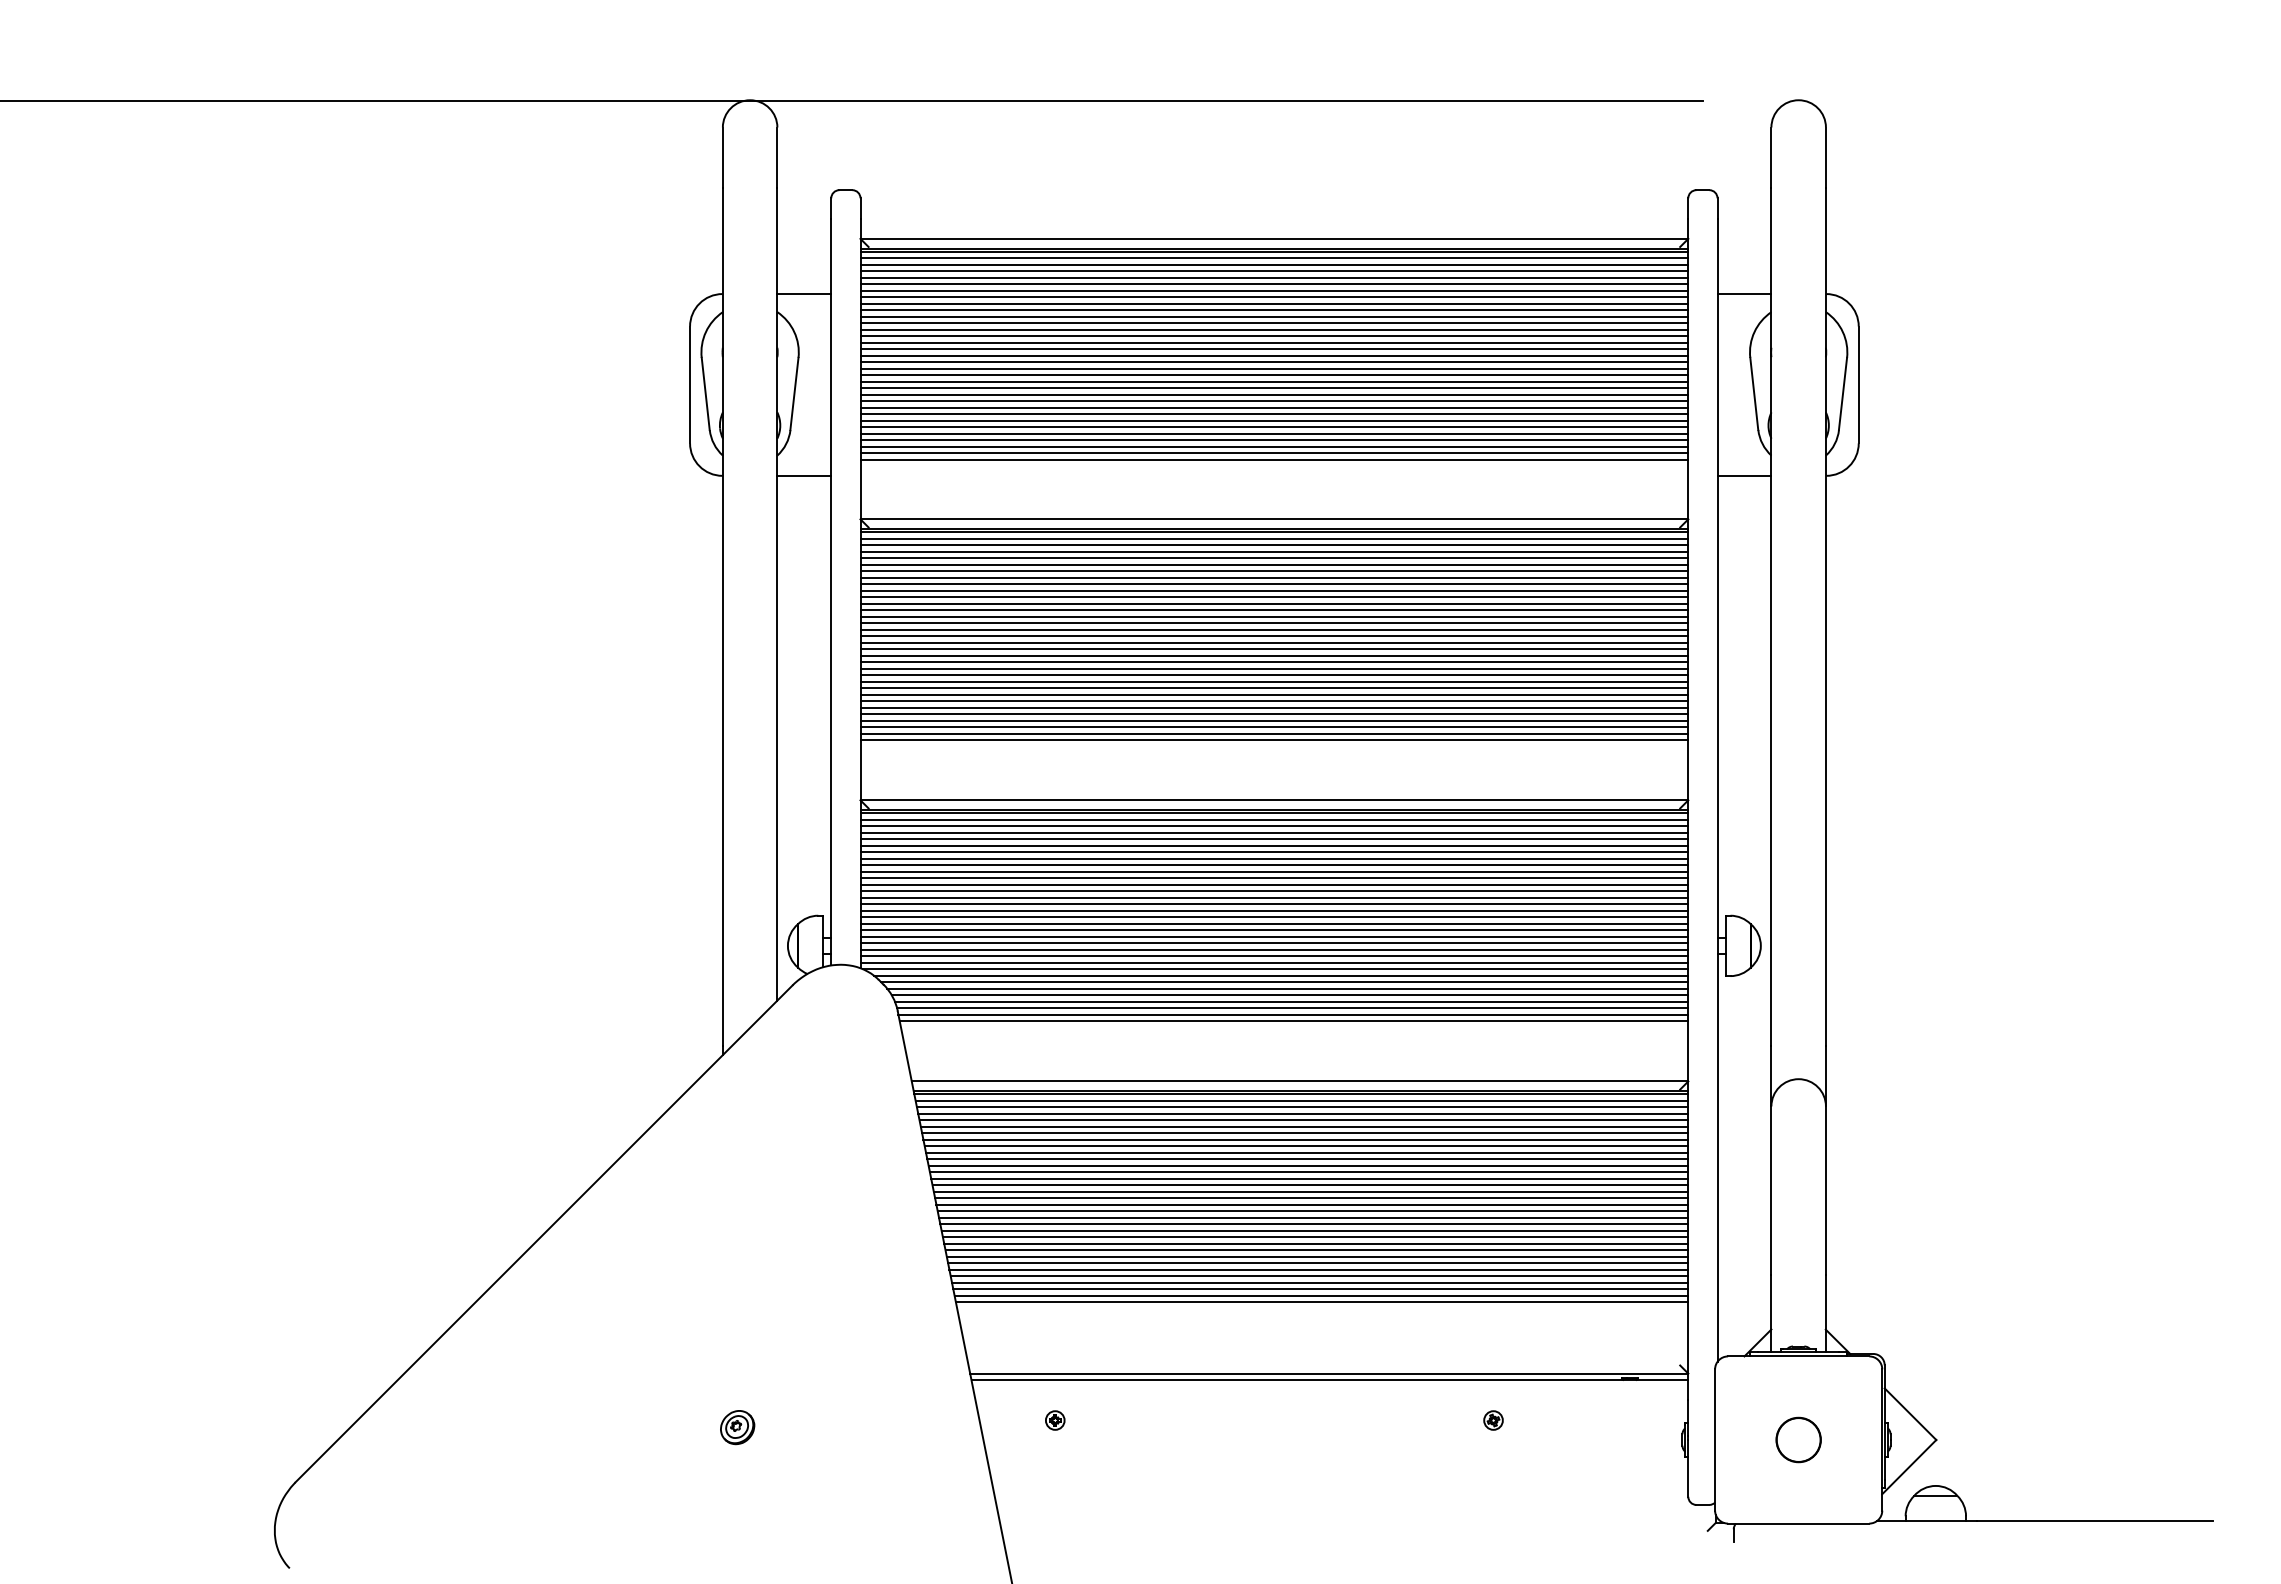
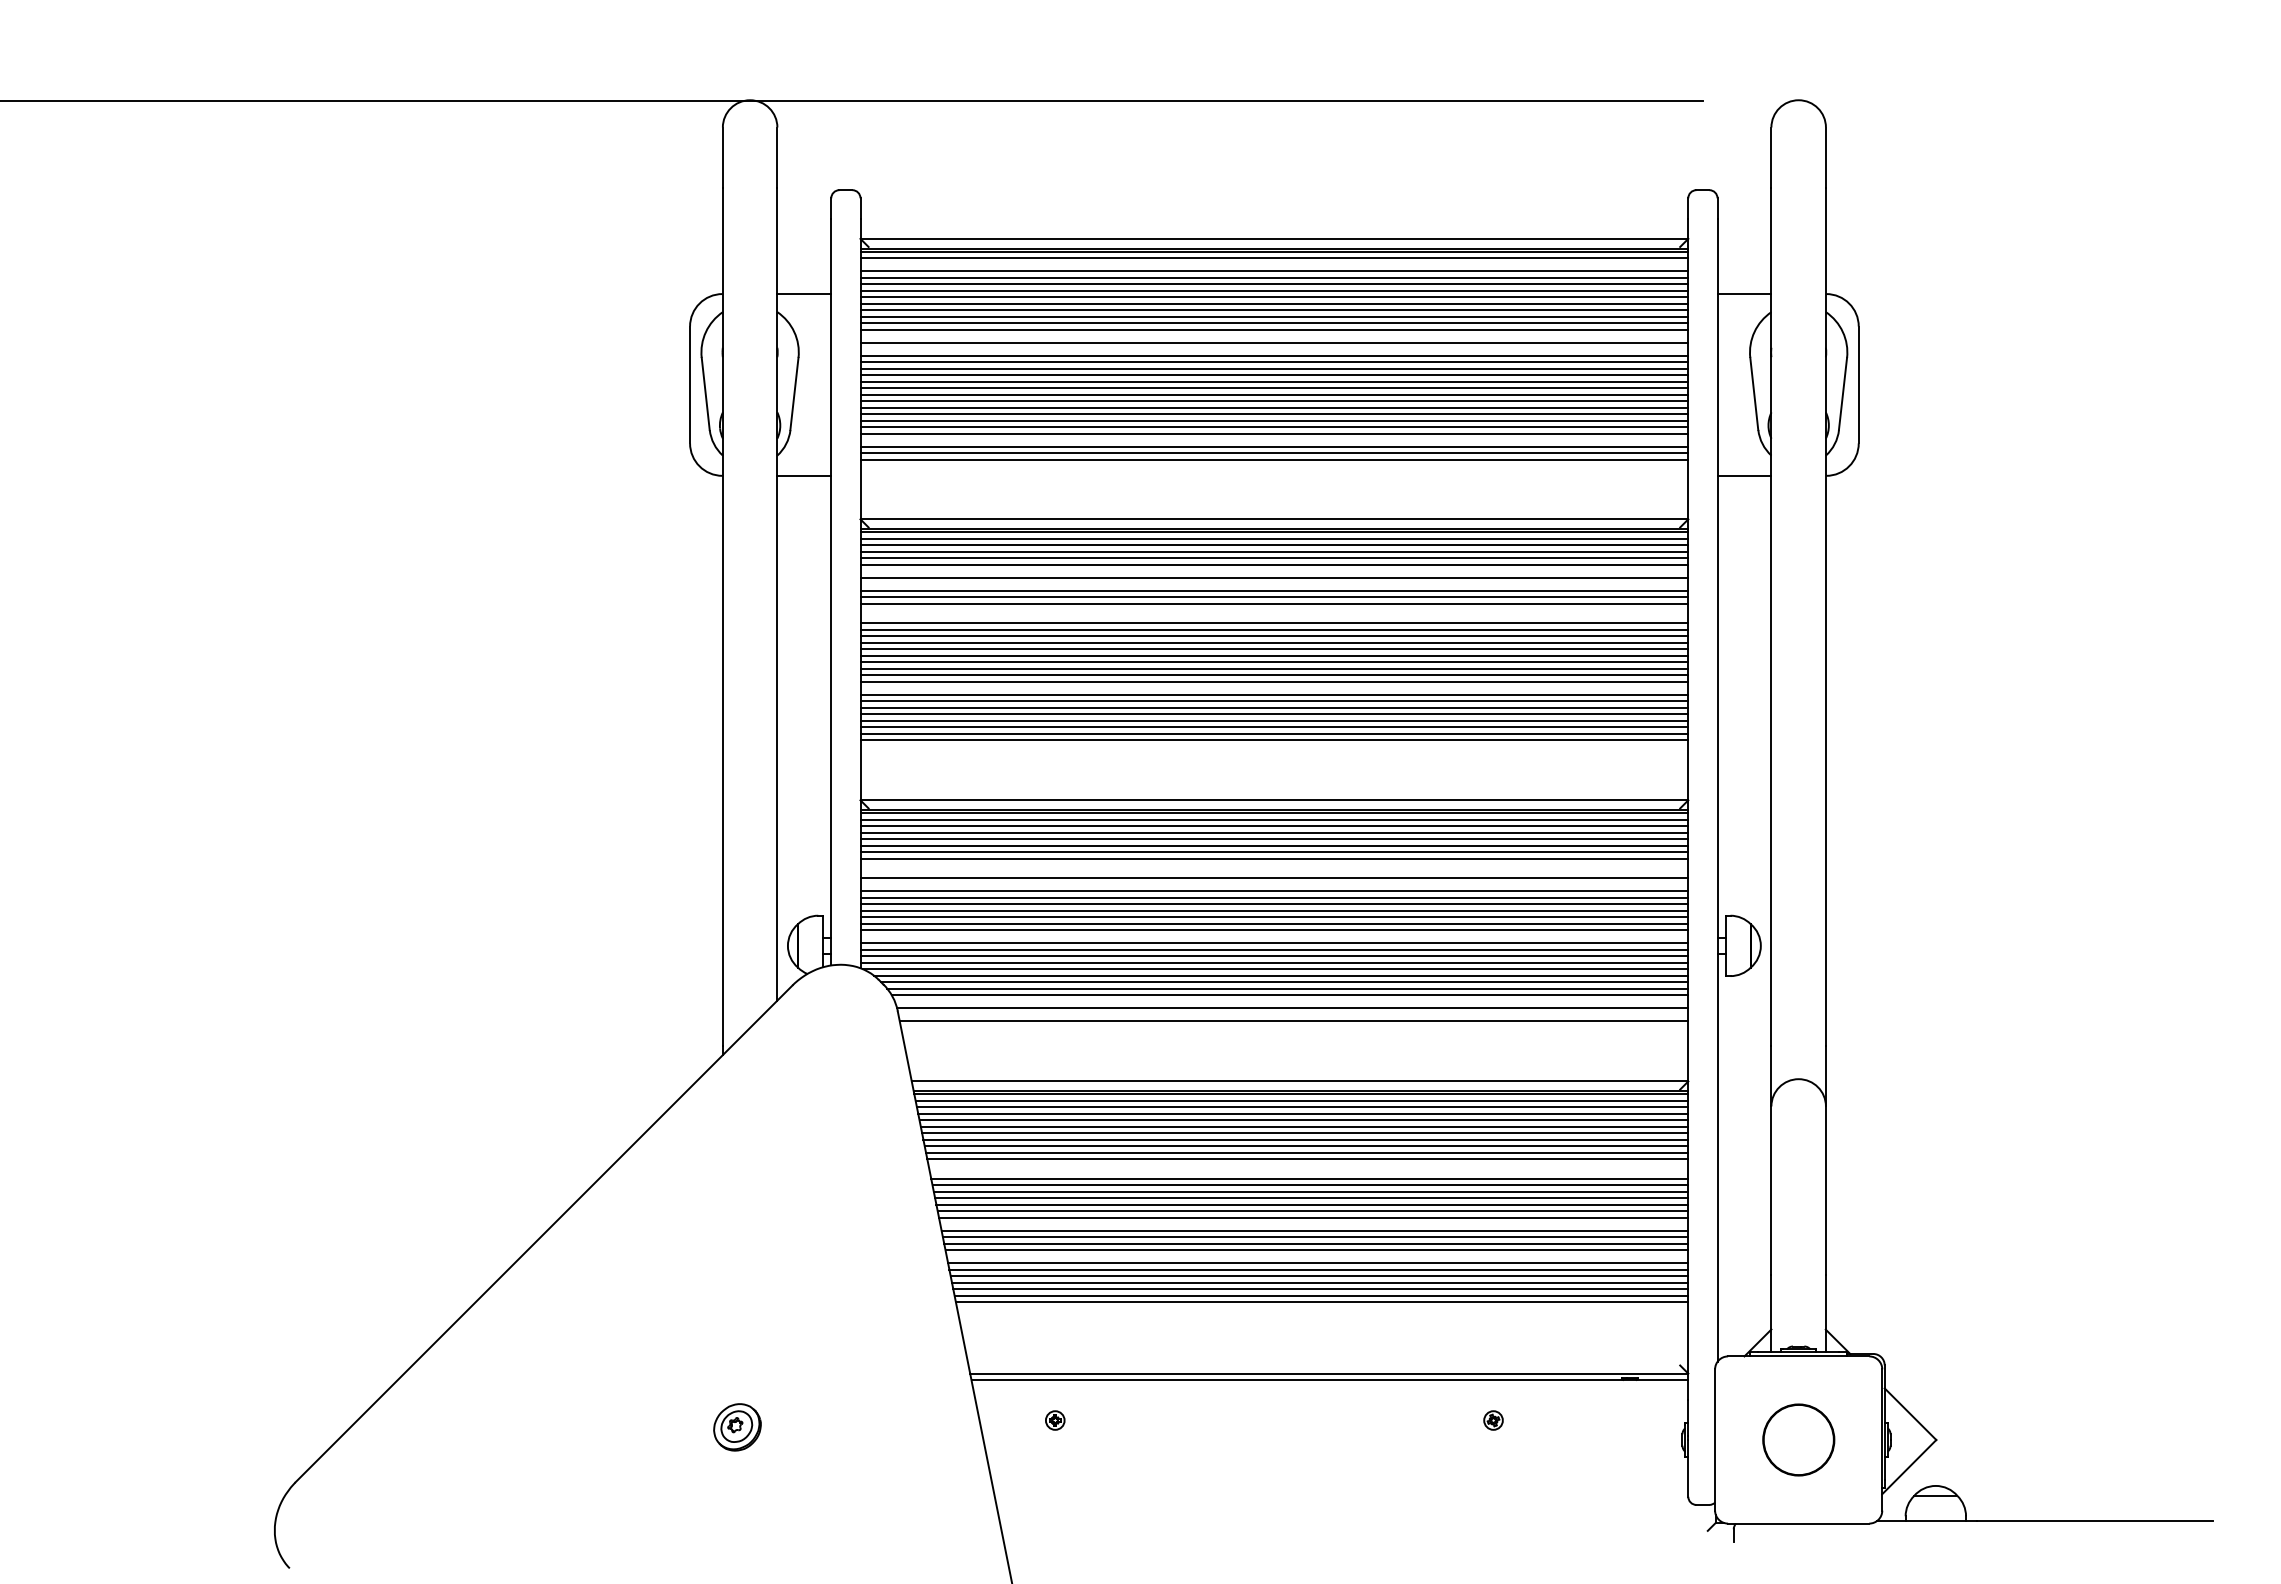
line at (1274, 264): present -> none
line at (1274, 336): present -> none
line at (1274, 349): present -> none
line at (1274, 440): present -> none
line at (1274, 571): present -> none
line at (1274, 584): present -> none
line at (1274, 610): present -> none
line at (1274, 616): present -> none
line at (1274, 688): present -> none
line at (1274, 865): present -> none
line at (1274, 871): present -> none
line at (1274, 884): present -> none
line at (1274, 936): present -> none
line at (1291, 1001): present -> none
line at (1293, 1014): present -> none
line at (1308, 1165): present -> none
line at (1308, 1172): present -> none
line at (1314, 1224): present -> none
line at (1317, 1256): present -> none
part at (737, 1427) size: 36x36 px -> 49x49 px
part at (1798, 1439) size: 47x48 px -> 74x74 px
